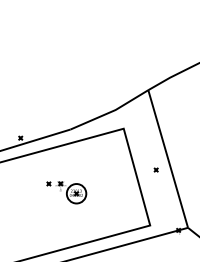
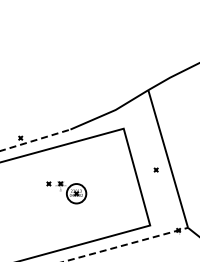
line at (36, 140): solid -> dashed
line at (125, 244): solid -> dashed
